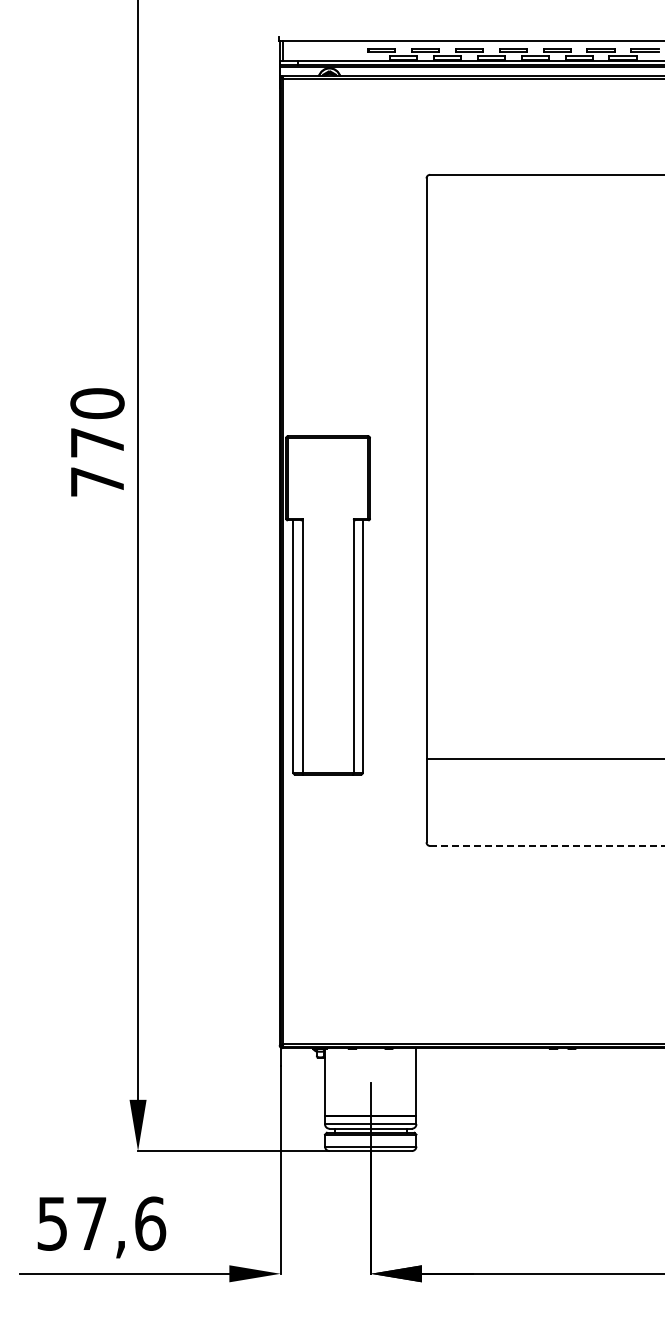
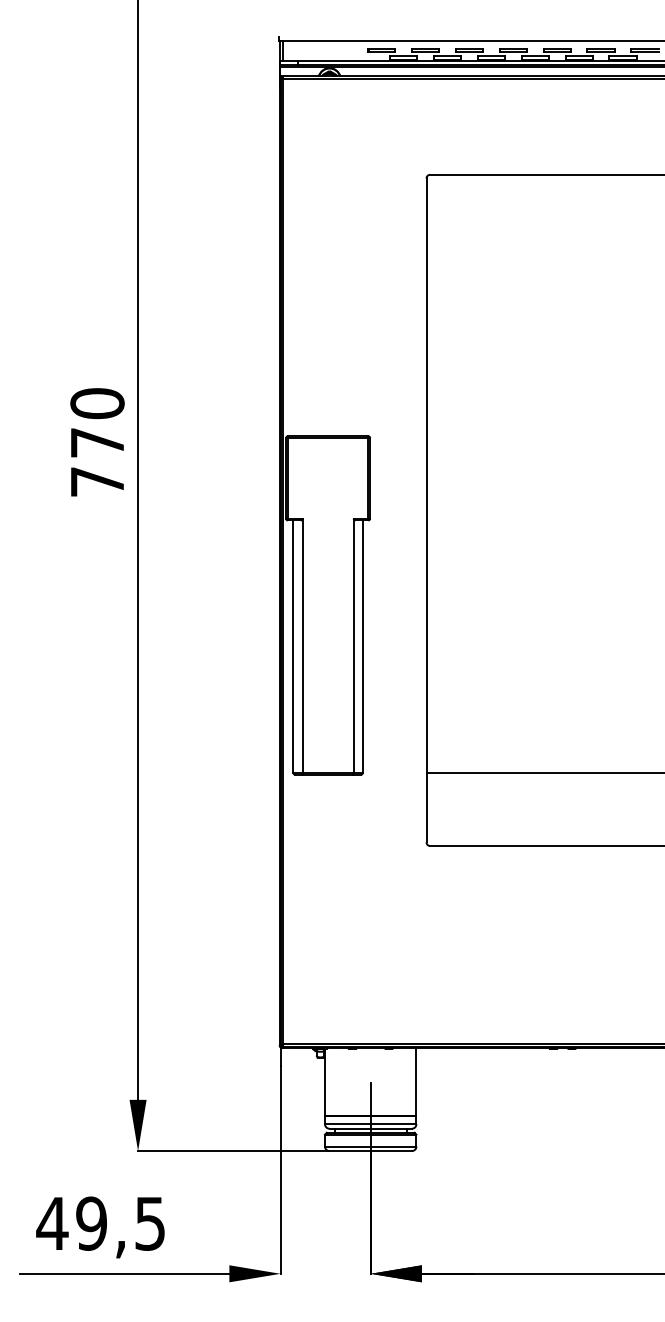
line at (543, 758) position: (543, 758) -> (543, 772)
line at (548, 846): dashed -> solid
text at (101, 1223): 57,6 -> 49,5
